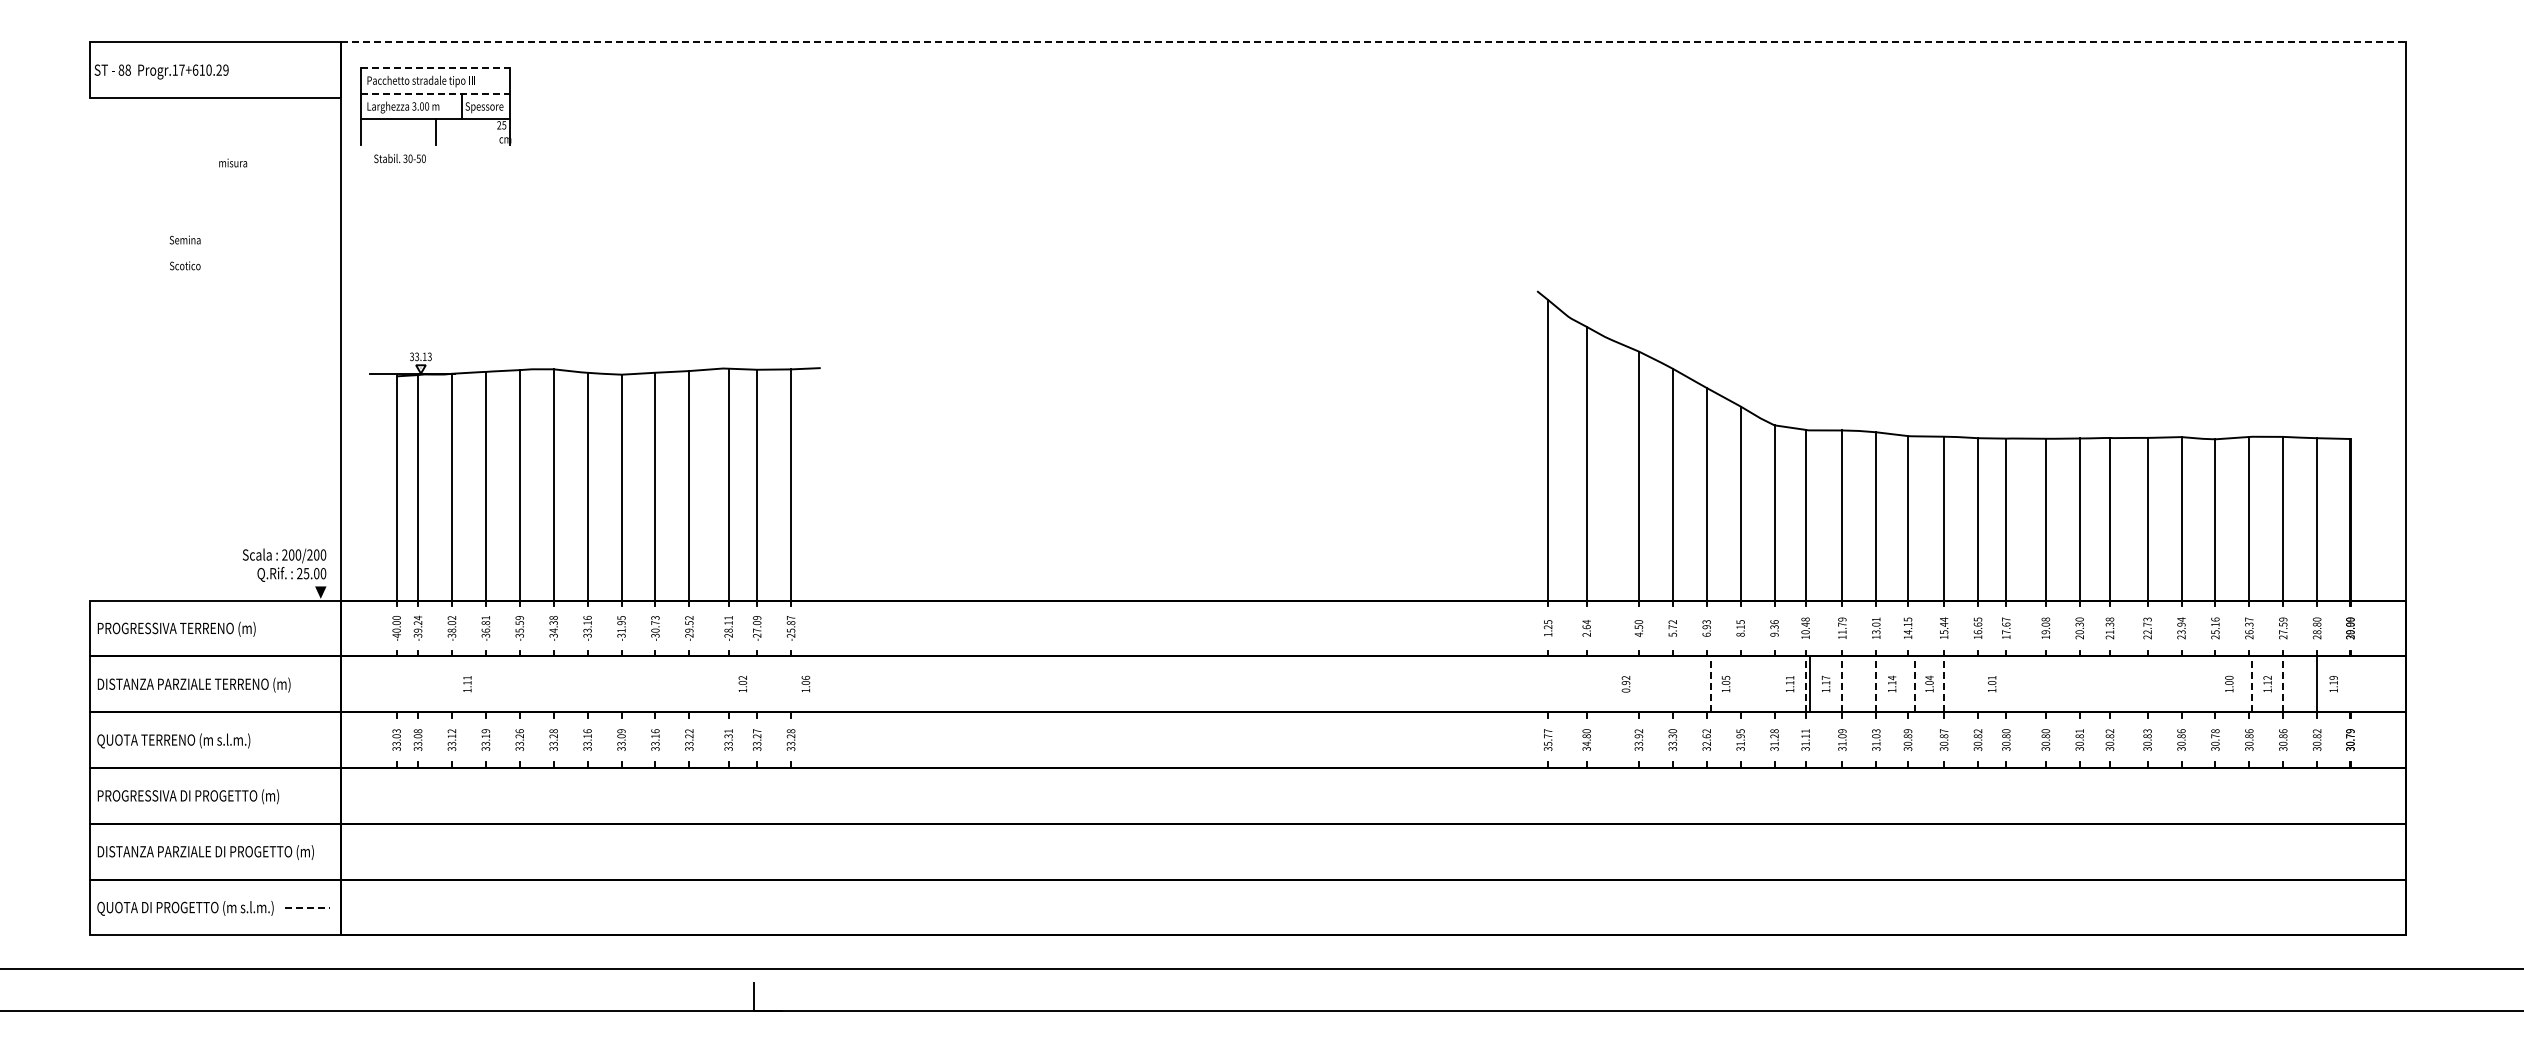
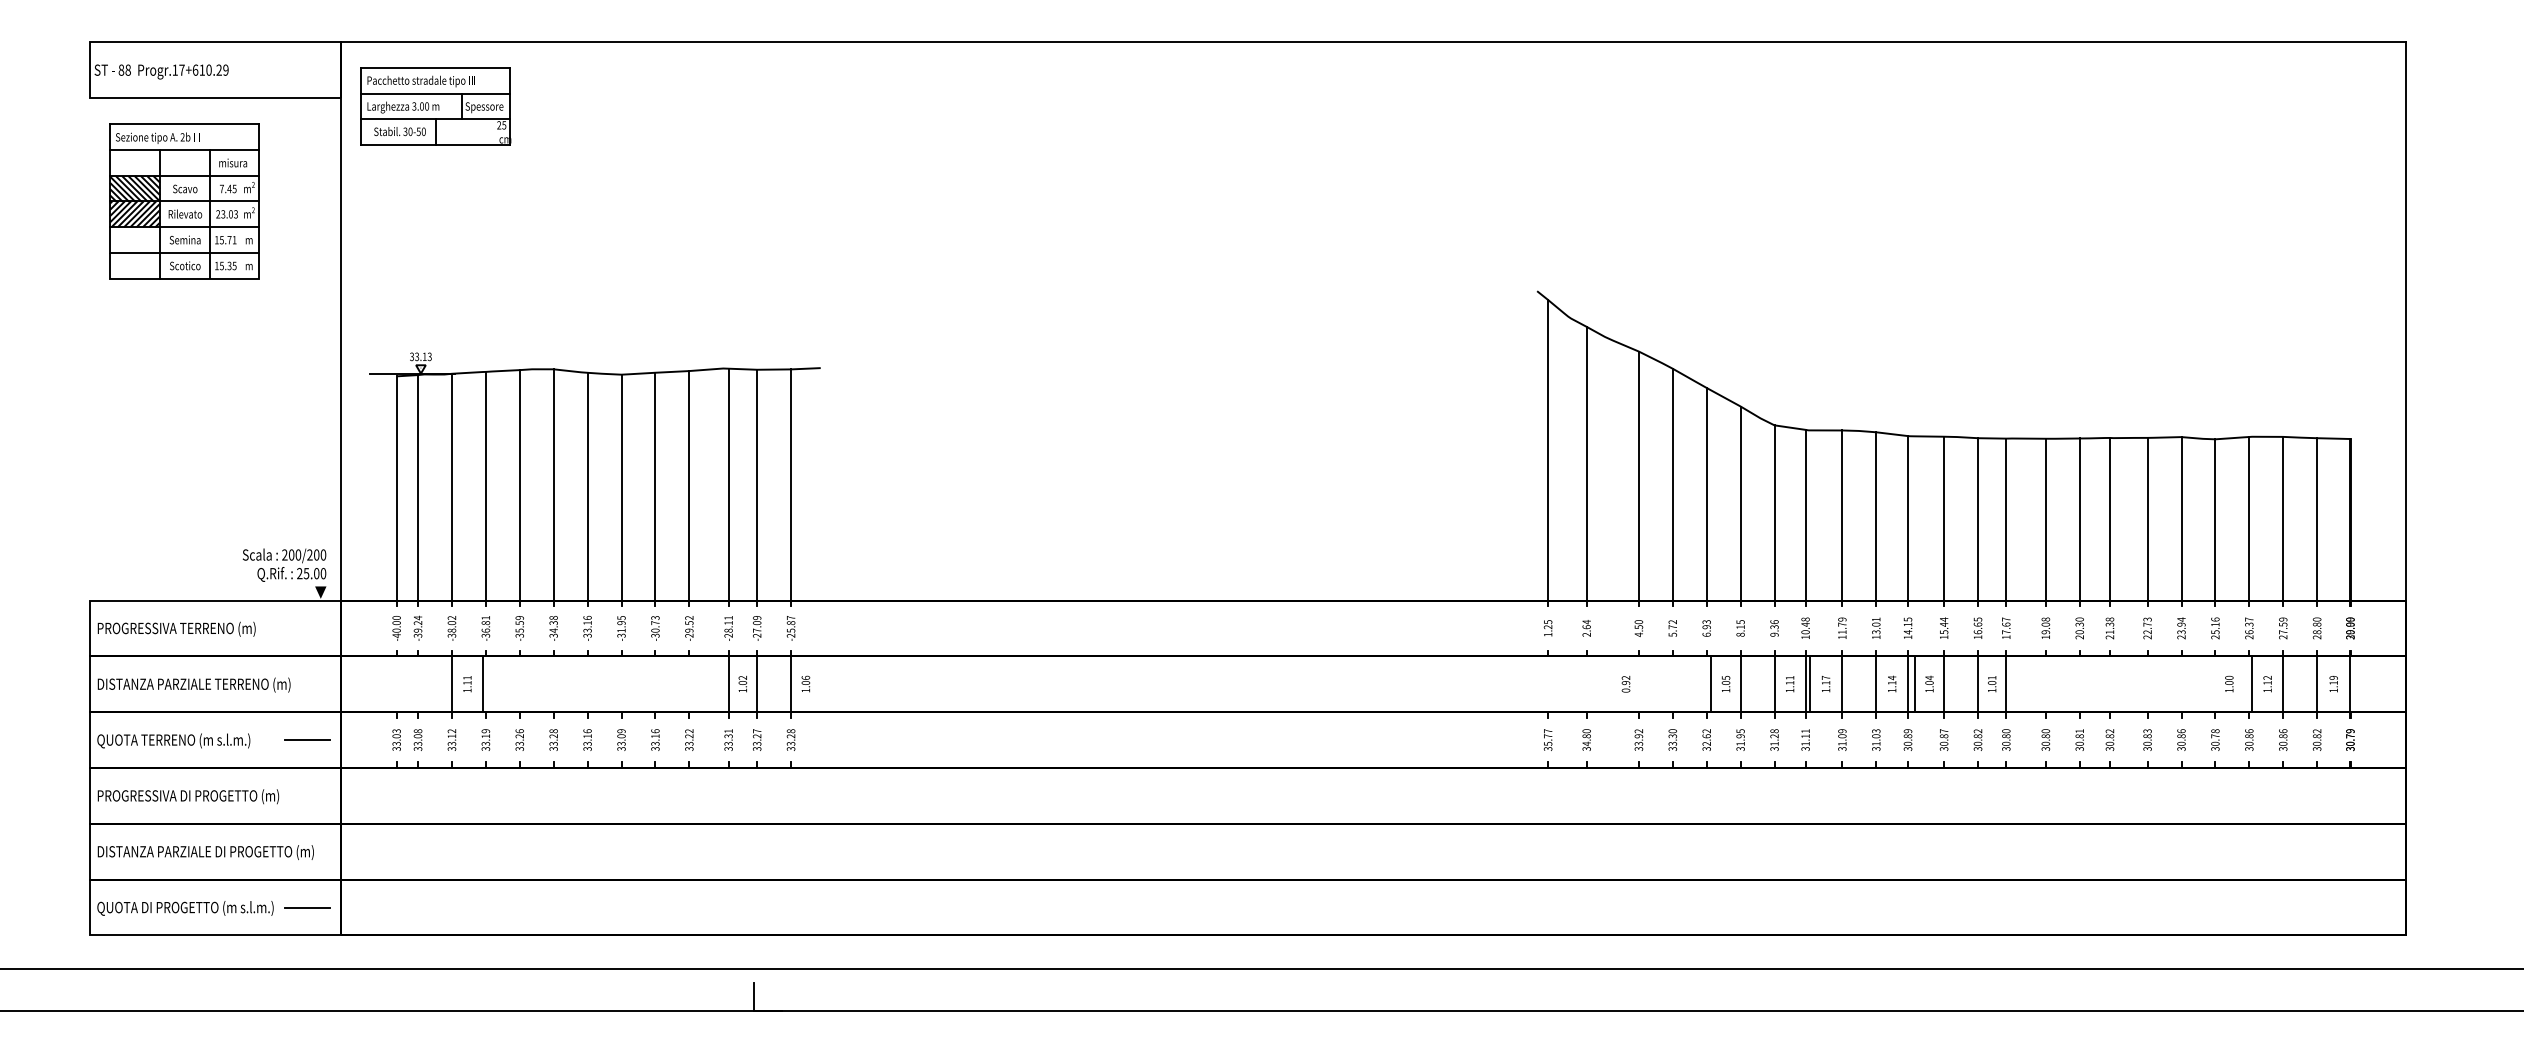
line at (1373, 42): dashed -> solid
line at (435, 67): dashed -> solid
line at (435, 93): dashed -> solid
line at (435, 144): none -> present
text at (399, 158) position: (399, 158) -> (399, 131)
part at (184, 201): none -> present
line at (451, 684): none -> present
line at (482, 684): none -> present
line at (728, 684): none -> present
line at (757, 684): none -> present
line at (791, 684): none -> present
line at (1711, 684): dashed -> solid
line at (1740, 684): none -> present
line at (1774, 684): none -> present
line at (1805, 684): dashed -> solid
line at (1842, 684): dashed -> solid
line at (1876, 684): dashed -> solid
line at (1908, 684): none -> present
line at (1915, 684): dashed -> solid
line at (1944, 684): dashed -> solid
line at (1978, 684): none -> present
line at (2006, 684): none -> present
line at (2252, 684): dashed -> solid
line at (2283, 684): dashed -> solid
line at (2350, 684): none -> present
line at (307, 740): none -> present
line at (307, 907): dashed -> solid
